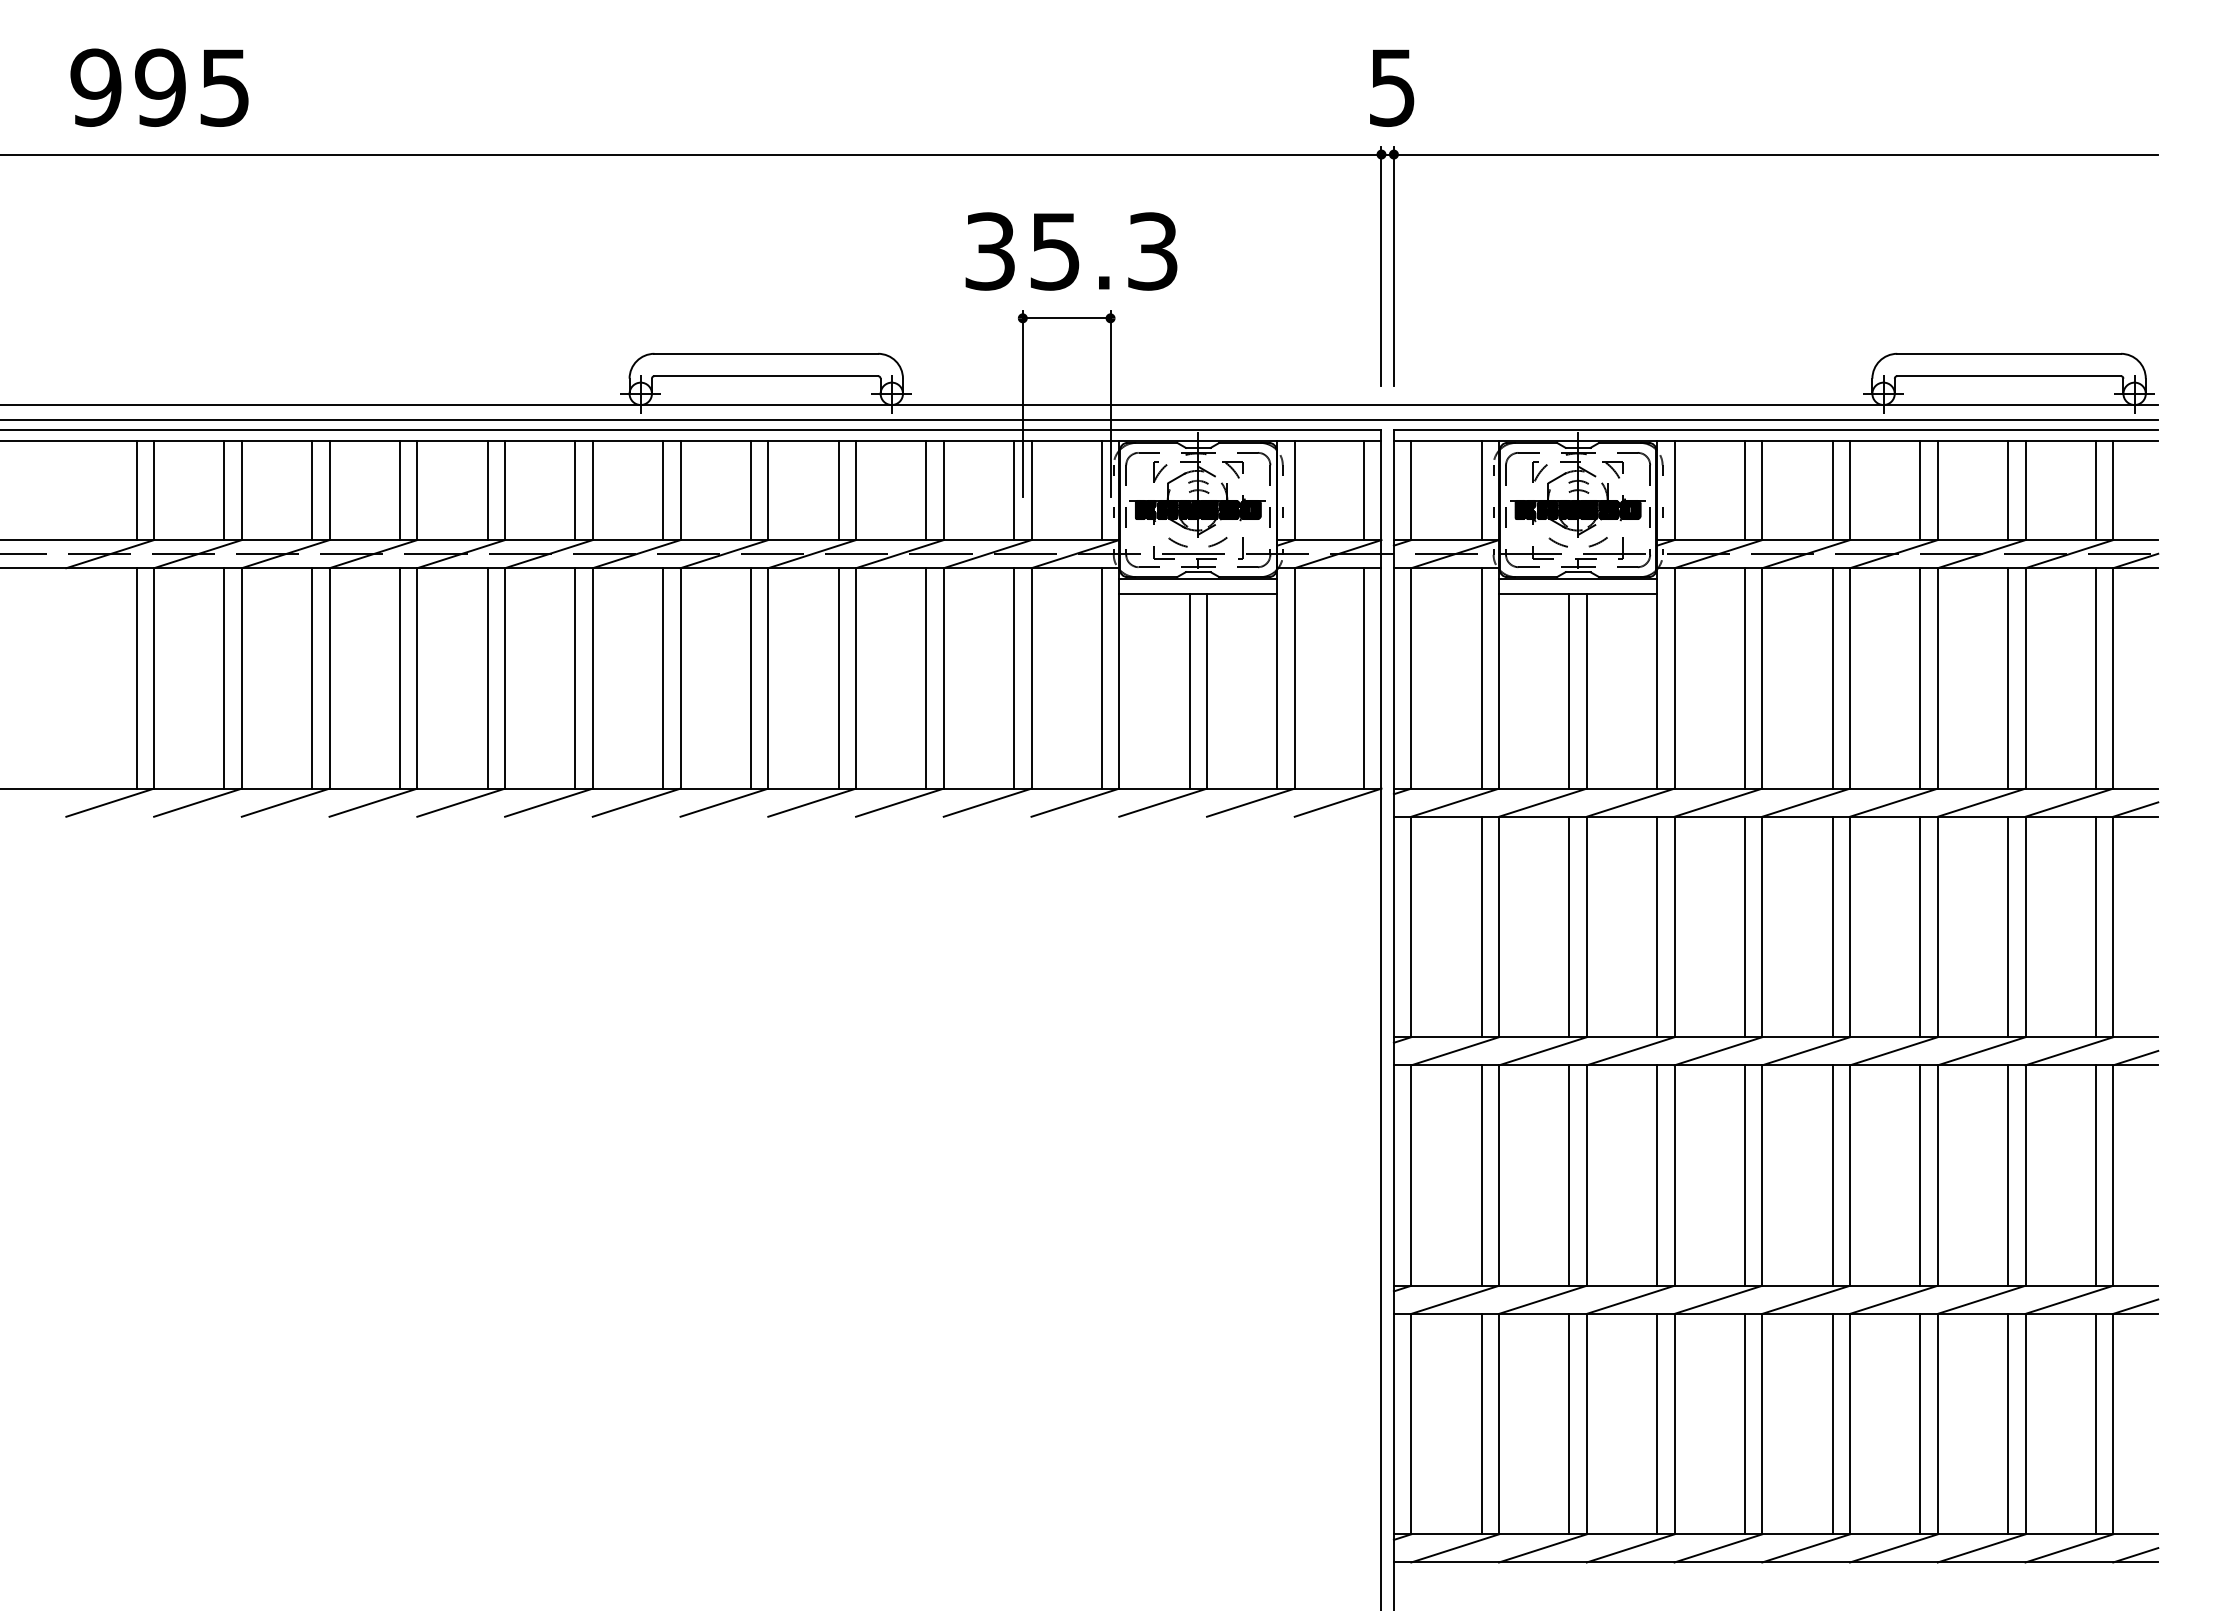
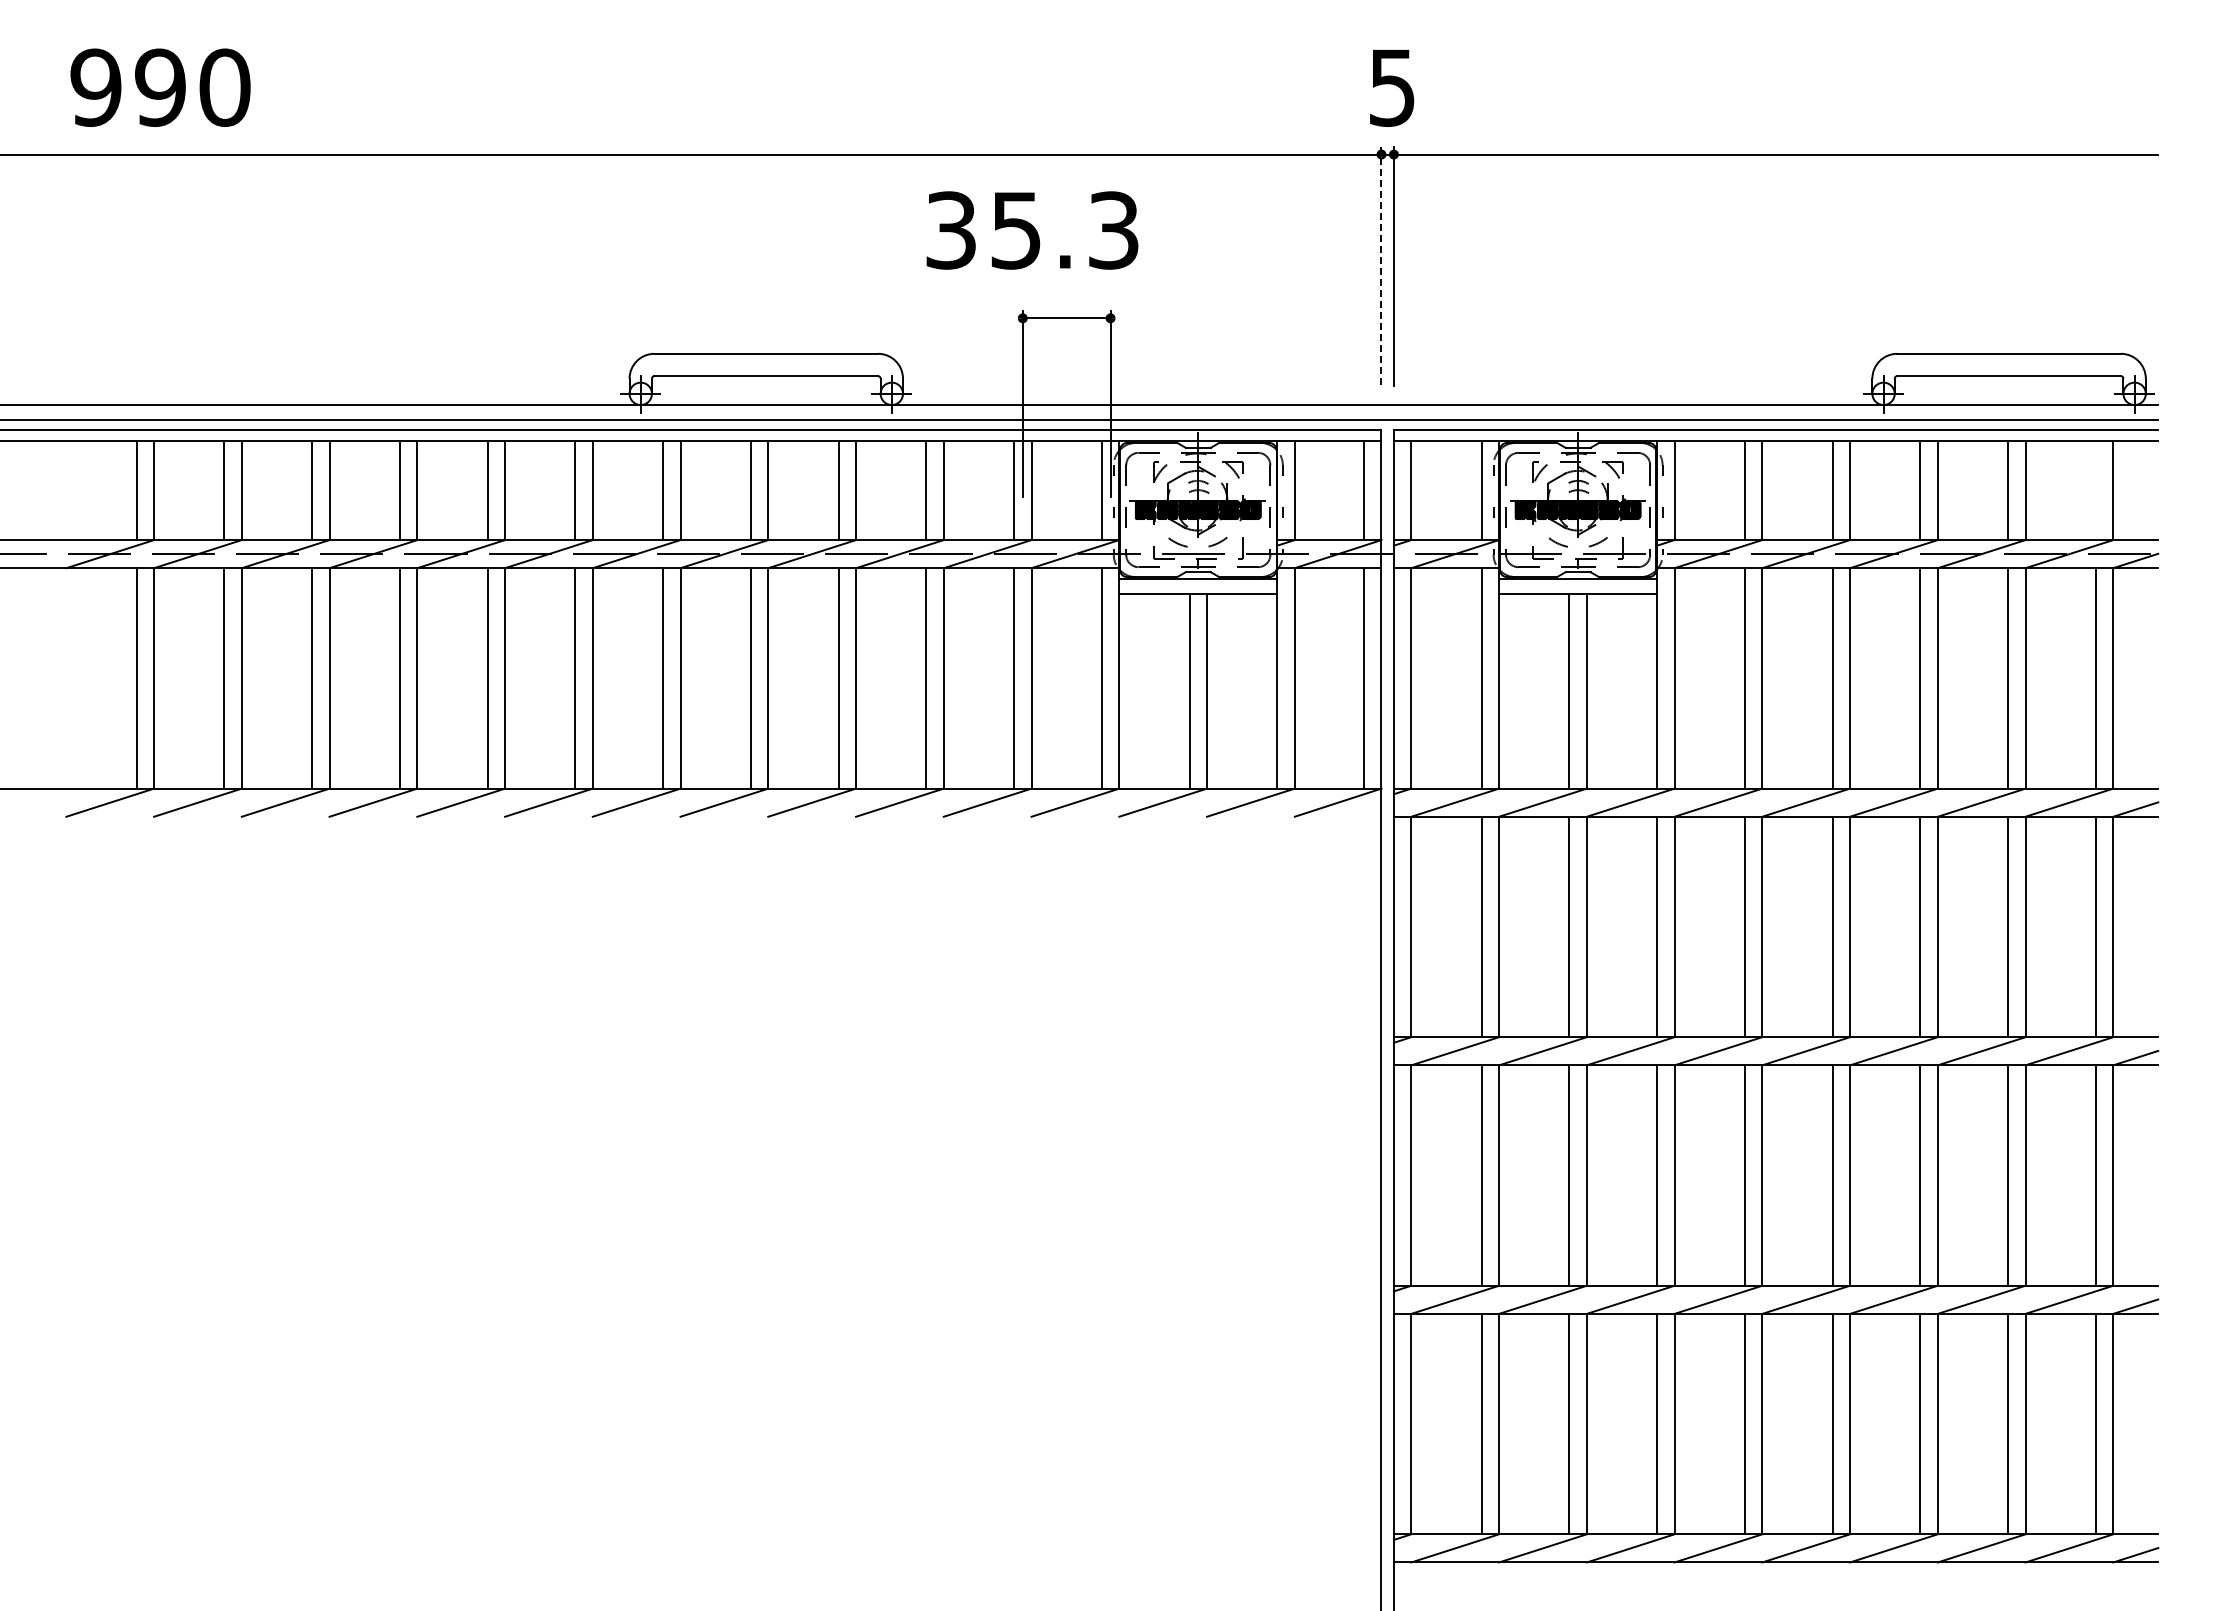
text at (224, 87): 995 -> 990
text at (1071, 251) position: (1071, 251) -> (1032, 230)
line at (1381, 267): solid -> dashed
line at (2095, 490): present -> none
